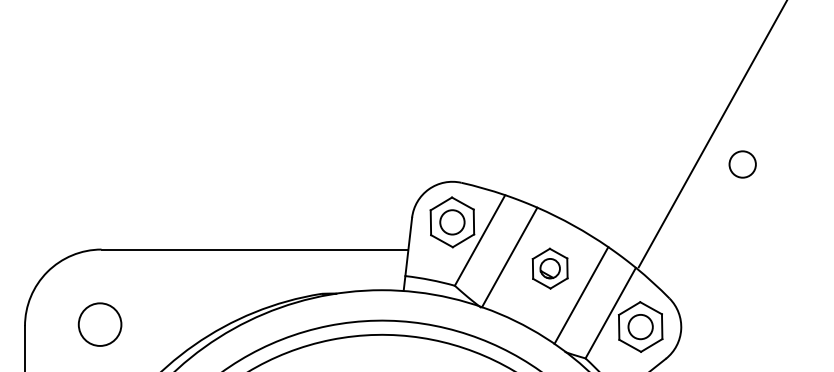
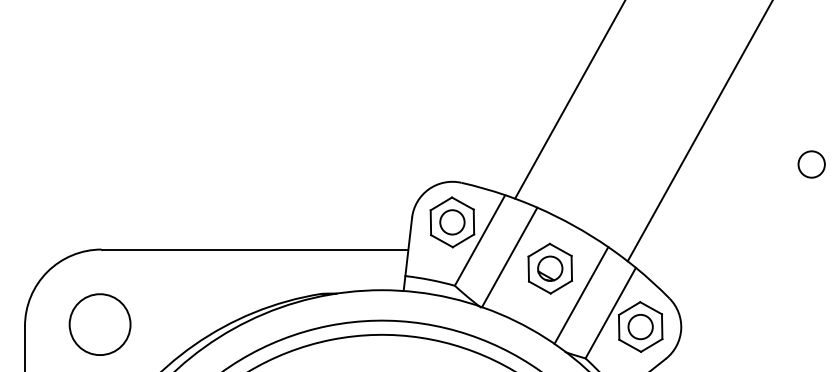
line at (569, 100): none -> present
line at (711, 134) position: (711, 134) -> (699, 131)
circle at (742, 164) position: (742, 164) -> (811, 164)
part at (549, 268) size: 38x43 px -> 46x53 px
circle at (99, 324) diameter: 43 px -> 61 px
